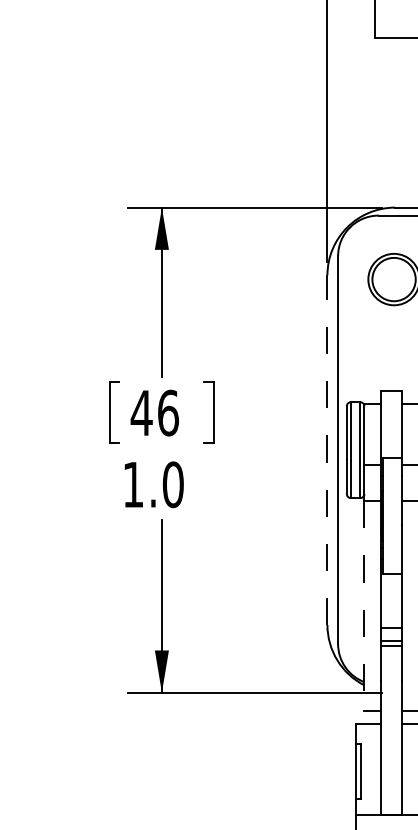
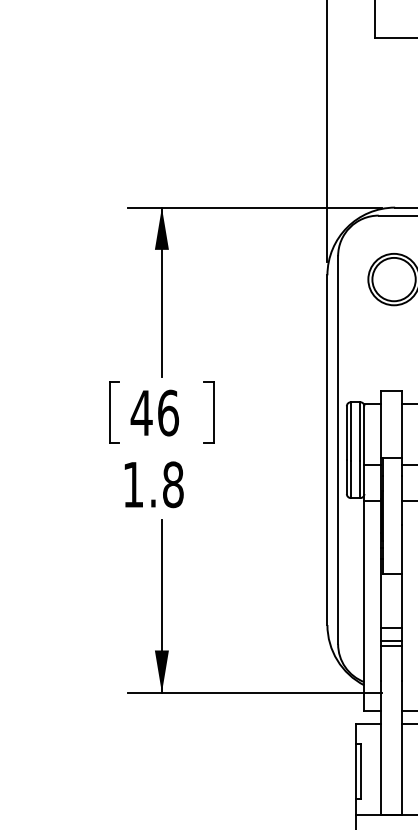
line at (327, 450): dashed -> solid
text at (172, 484): 1.0 -> 1.8
line at (364, 605): dashed -> solid
